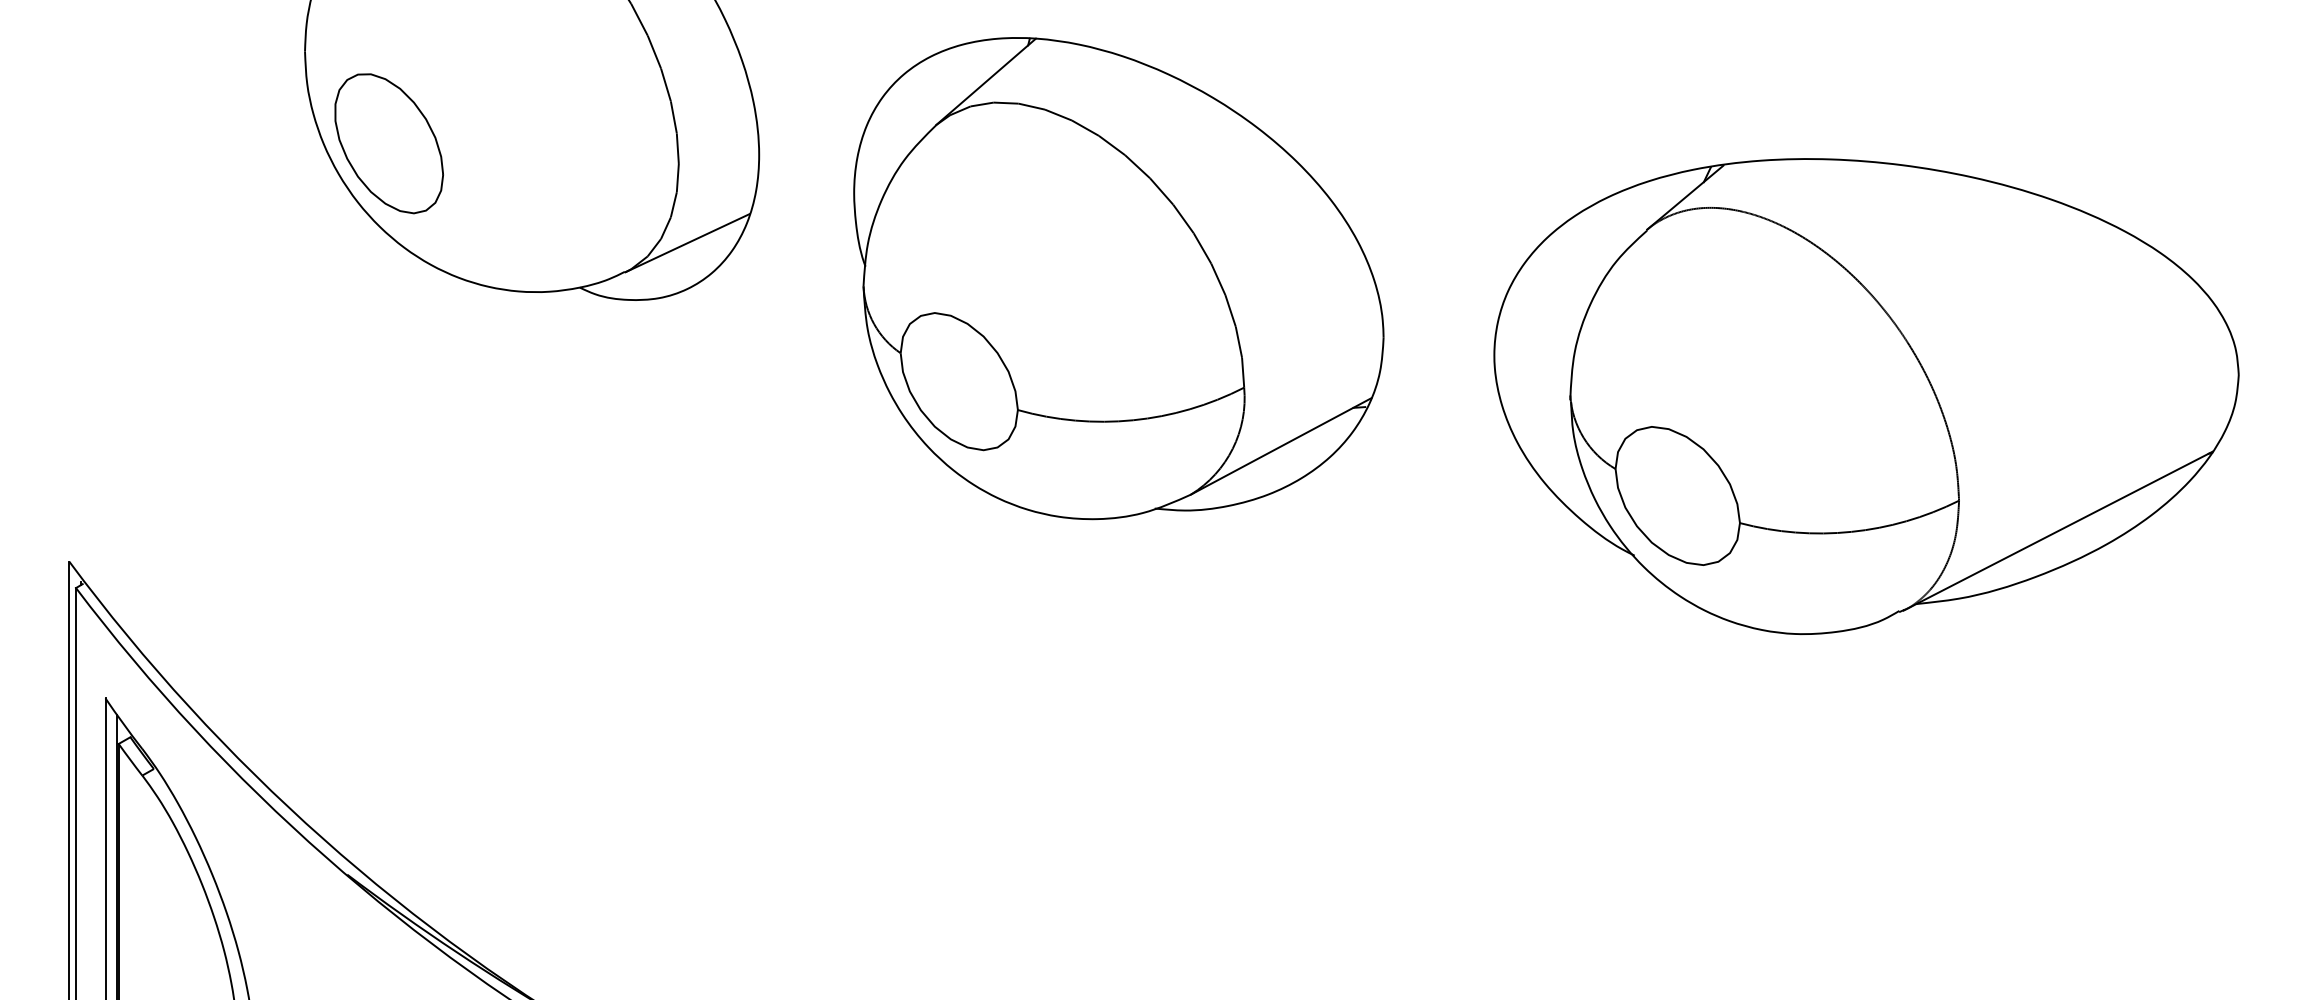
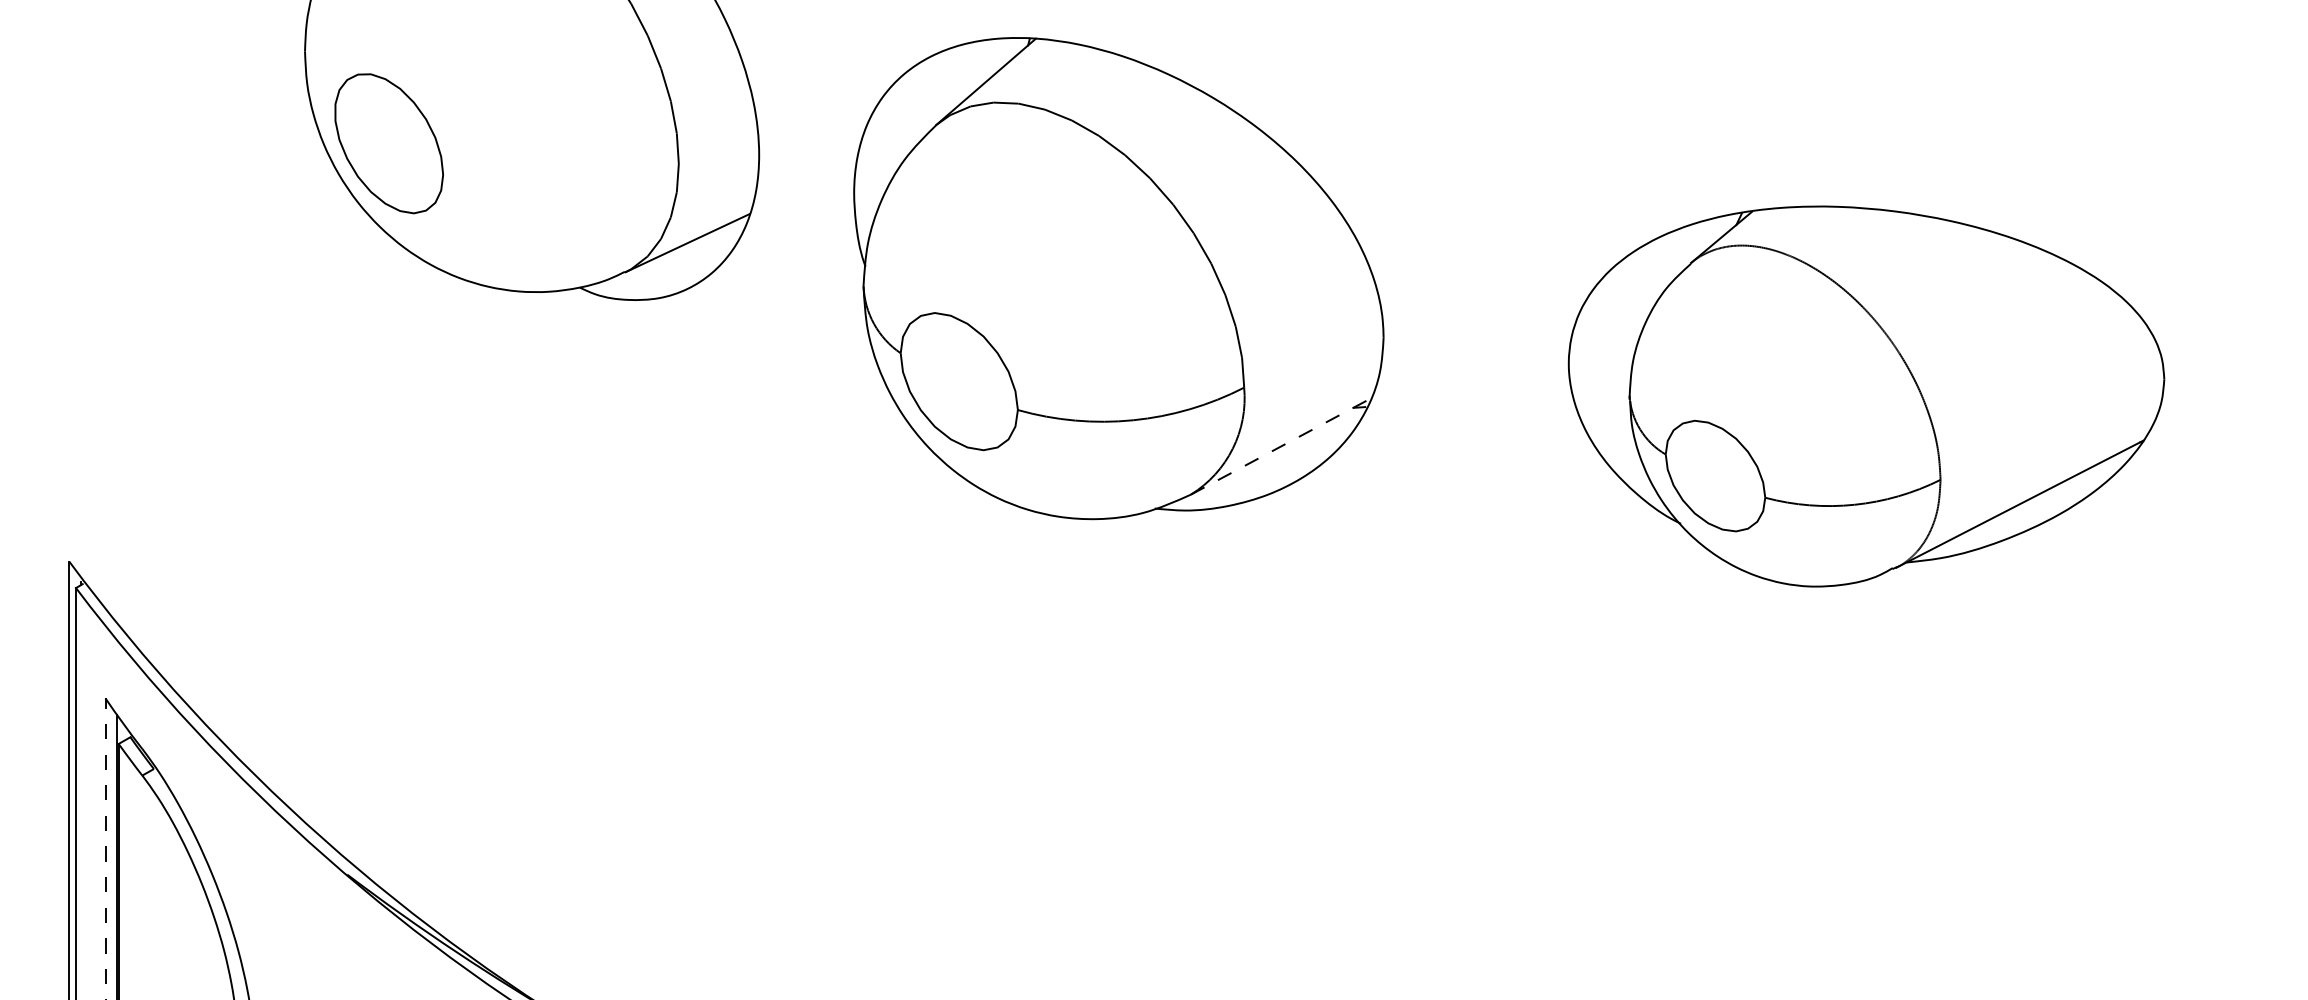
part at (1866, 396) size: 747x477 px -> 599x383 px
line at (1281, 446): solid -> dashed
line at (105, 849): solid -> dashed
